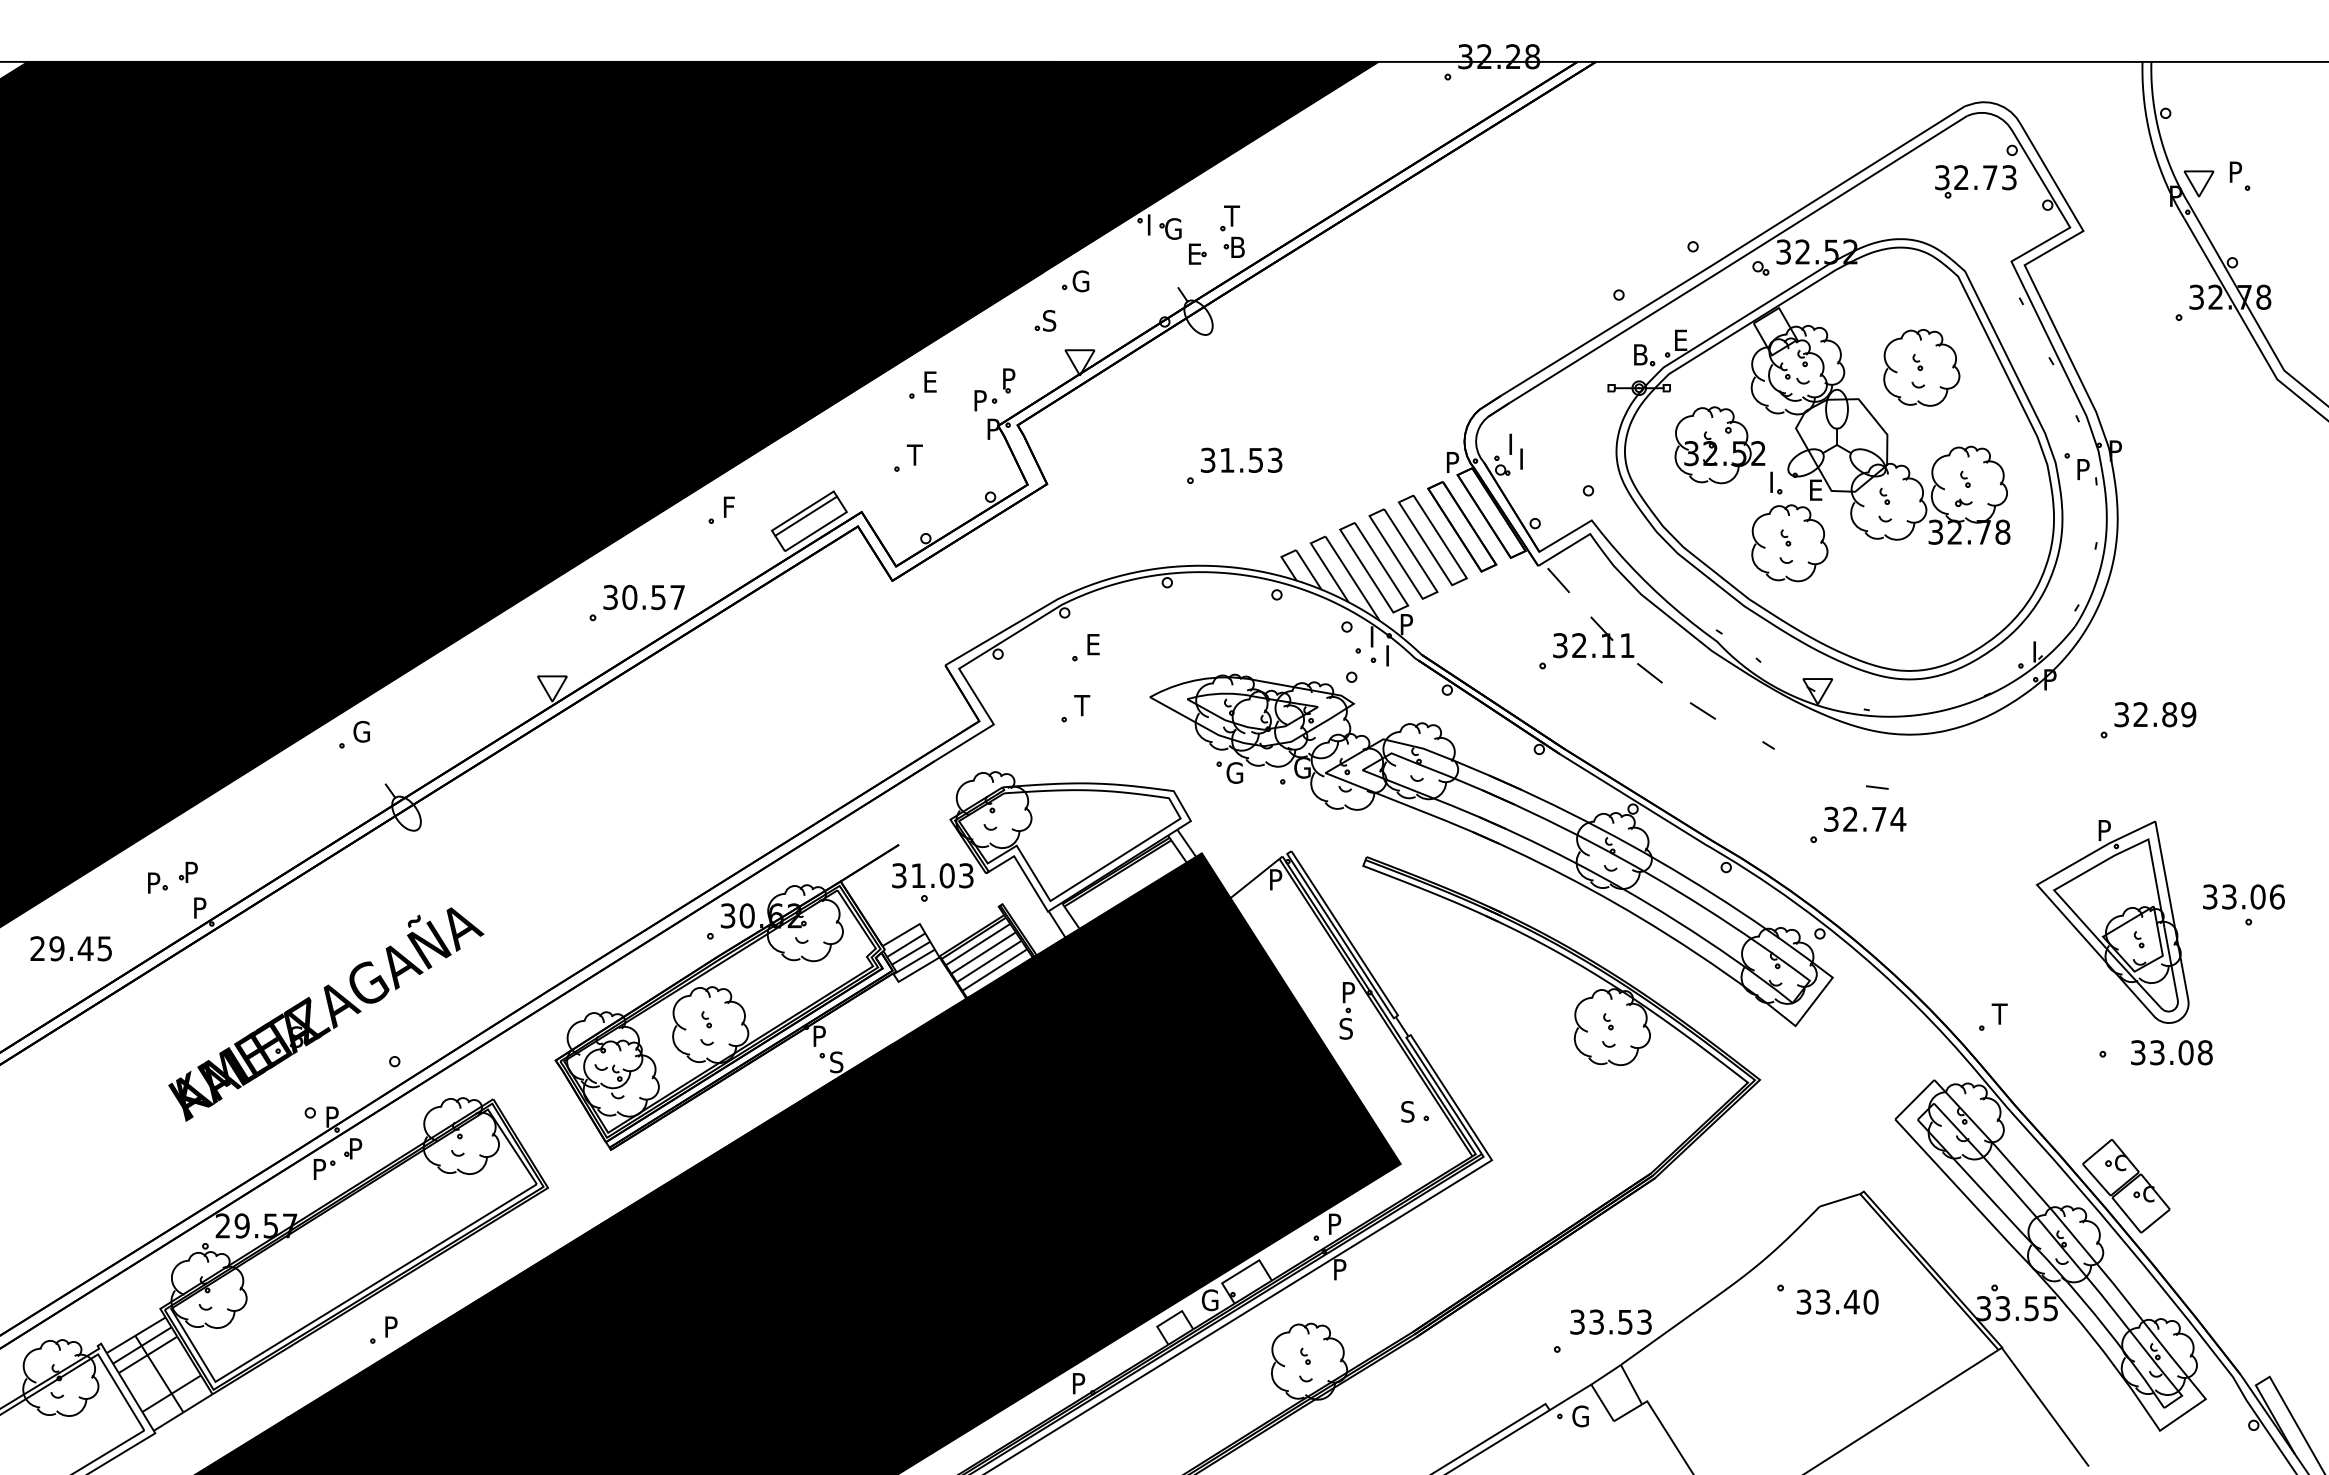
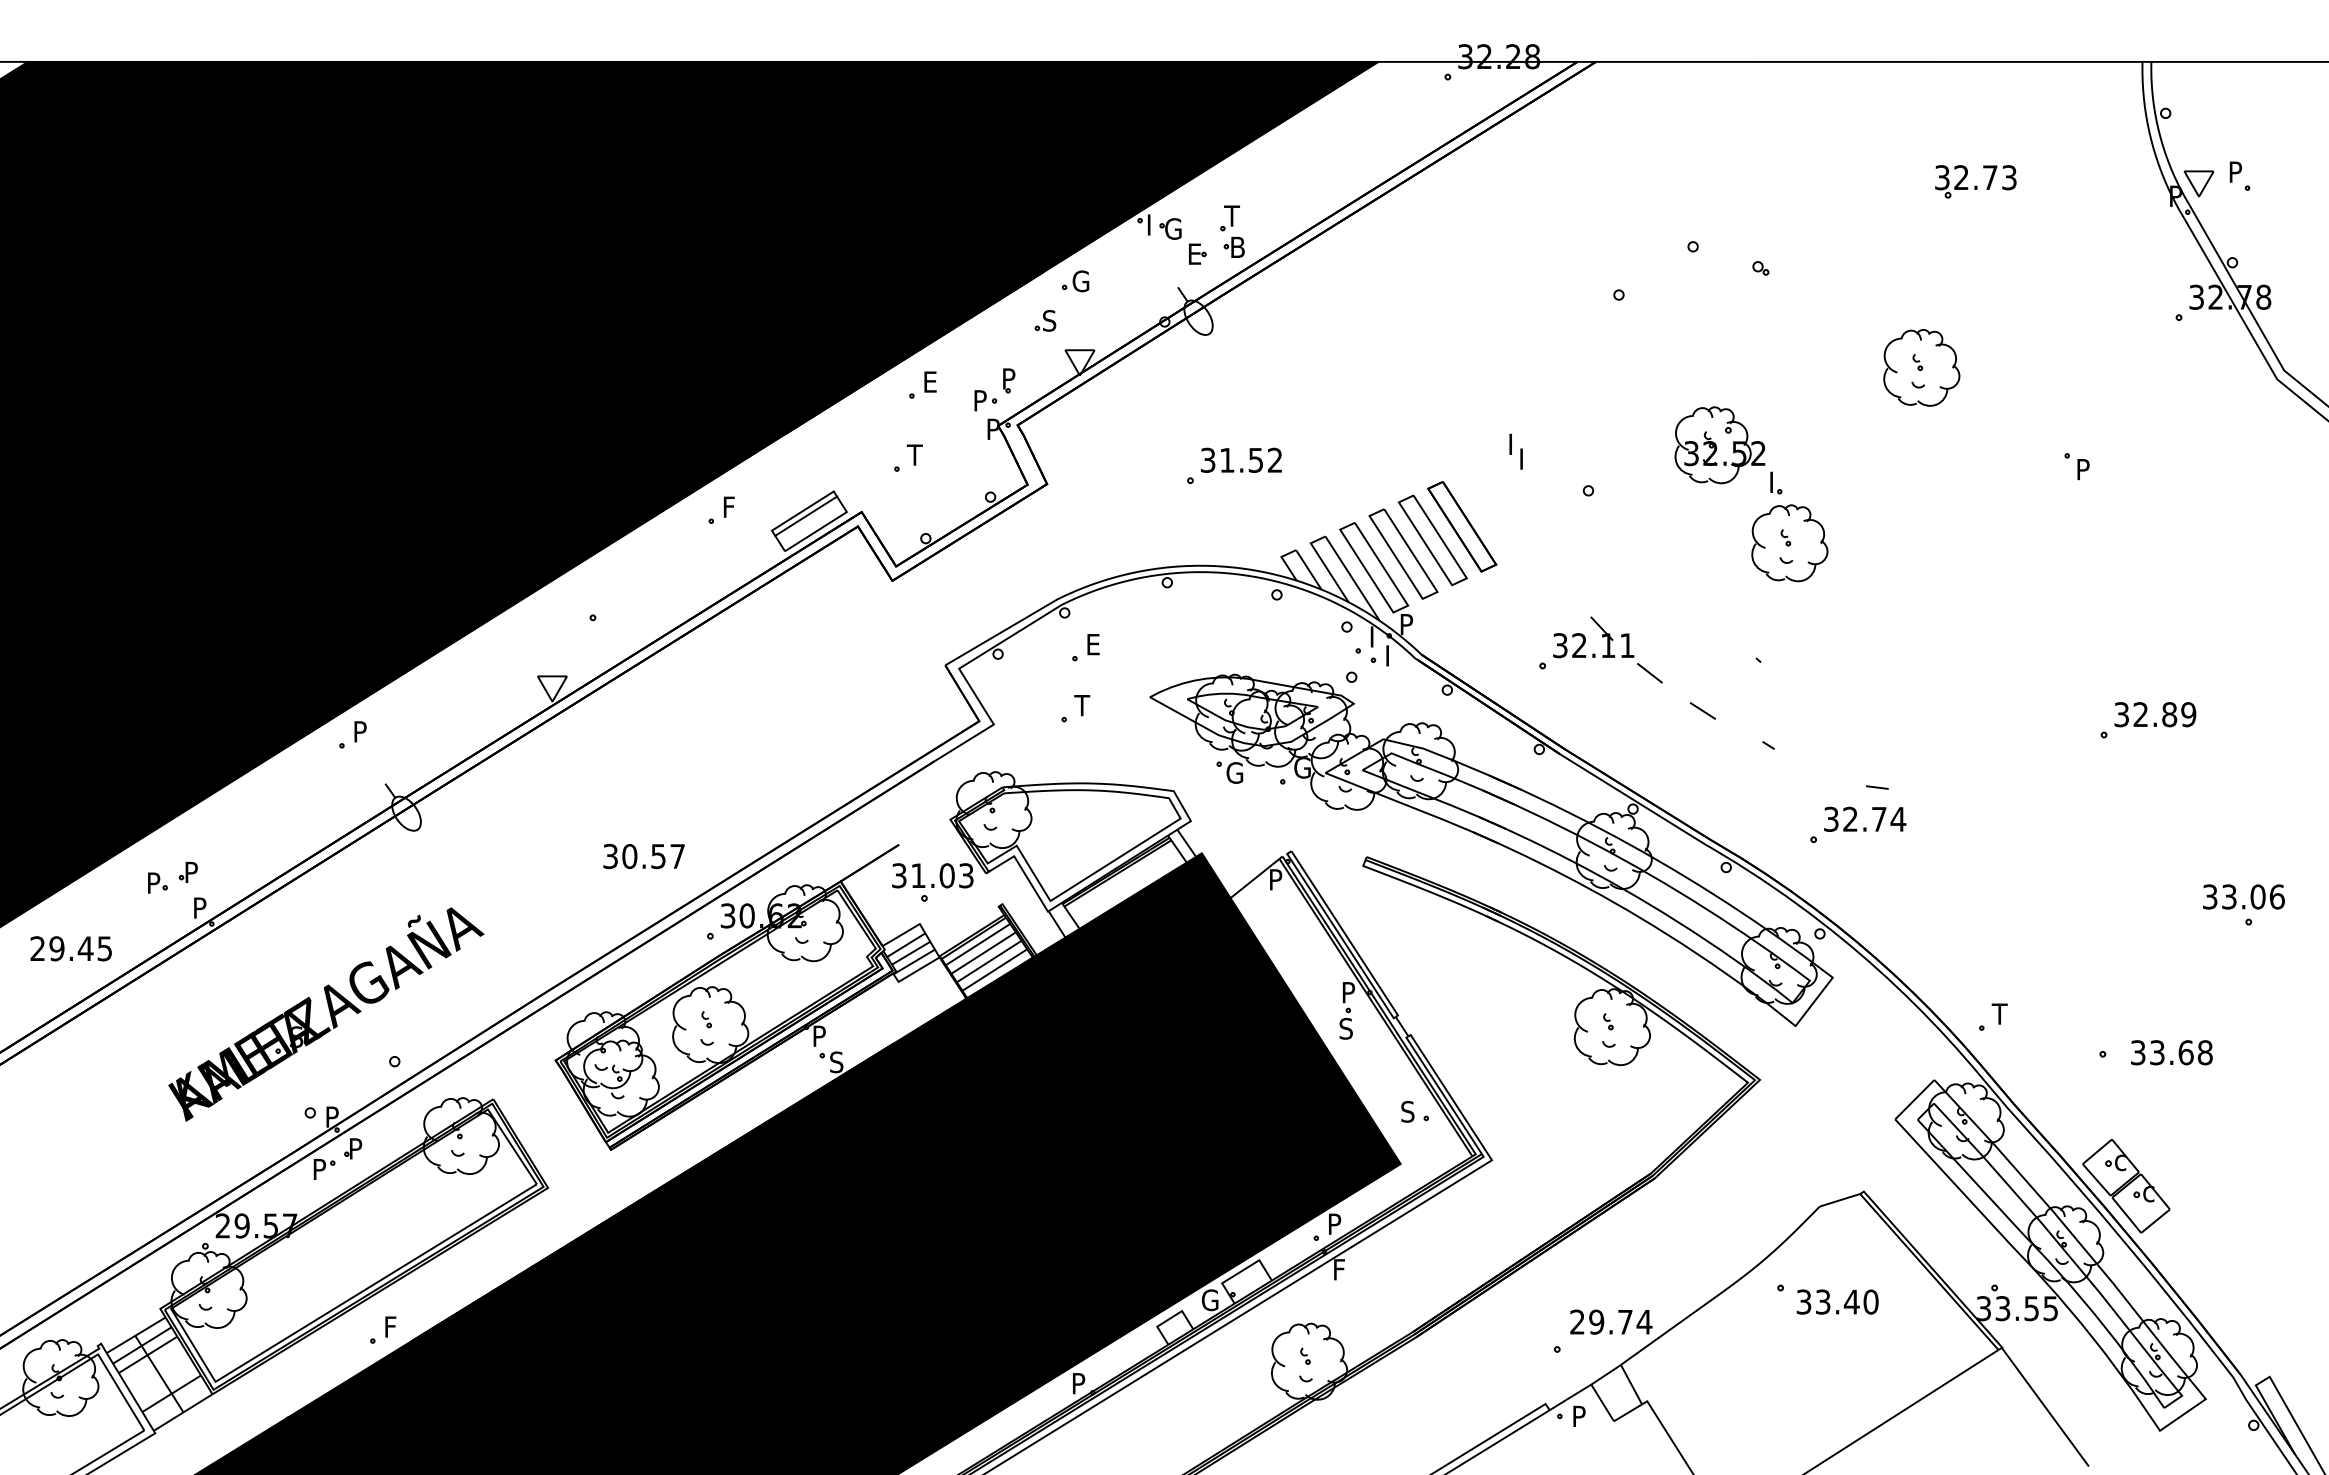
part at (1784, 418): present -> none
text at (1275, 460): 31.53 -> 31.52
text at (643, 597) position: (643, 597) -> (643, 856)
text at (361, 731): G -> P
part at (2112, 921): present -> none
text at (2185, 1052): 33.08 -> 33.68
text at (1341, 1265): P -> F
text at (1611, 1321): 33.53 -> 29.74
text at (392, 1322): P -> F
text at (1580, 1416): G -> P
